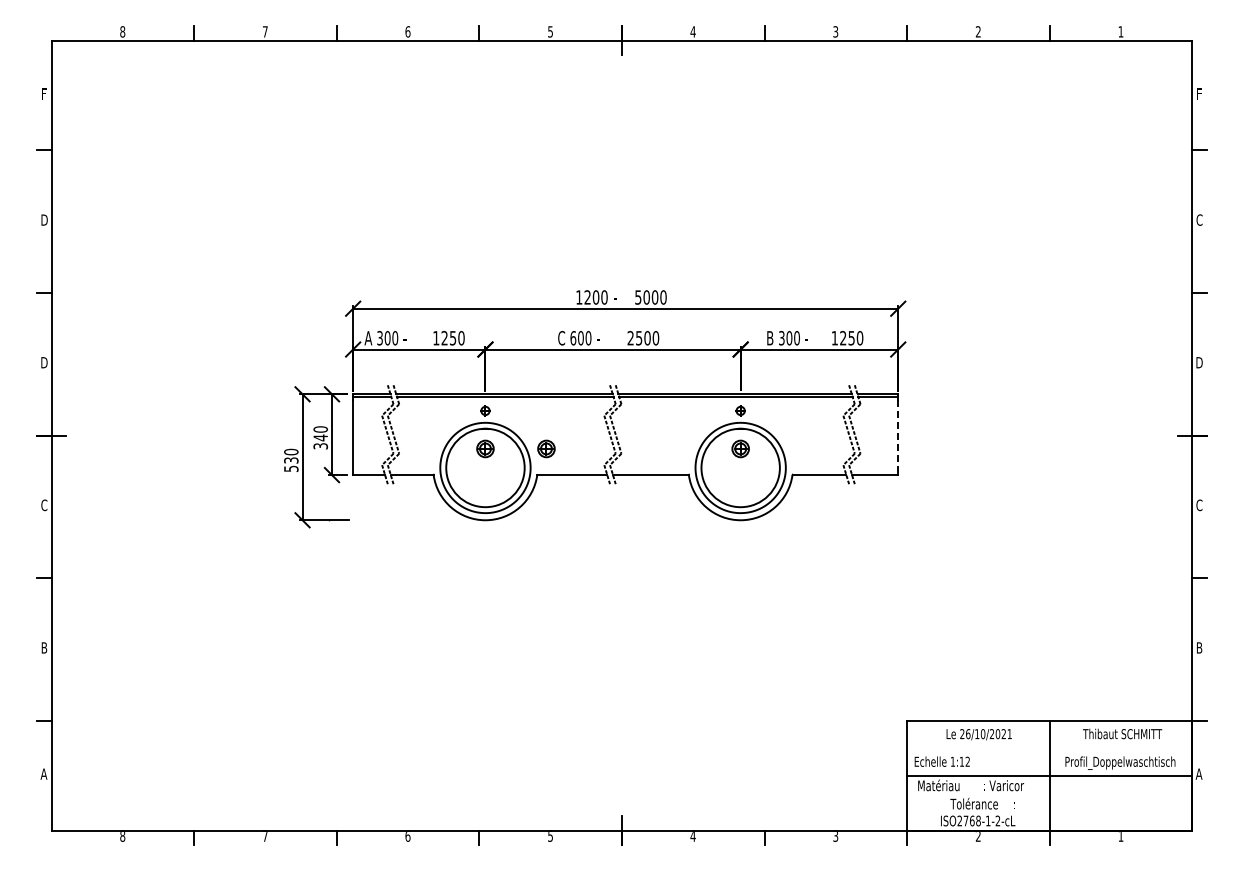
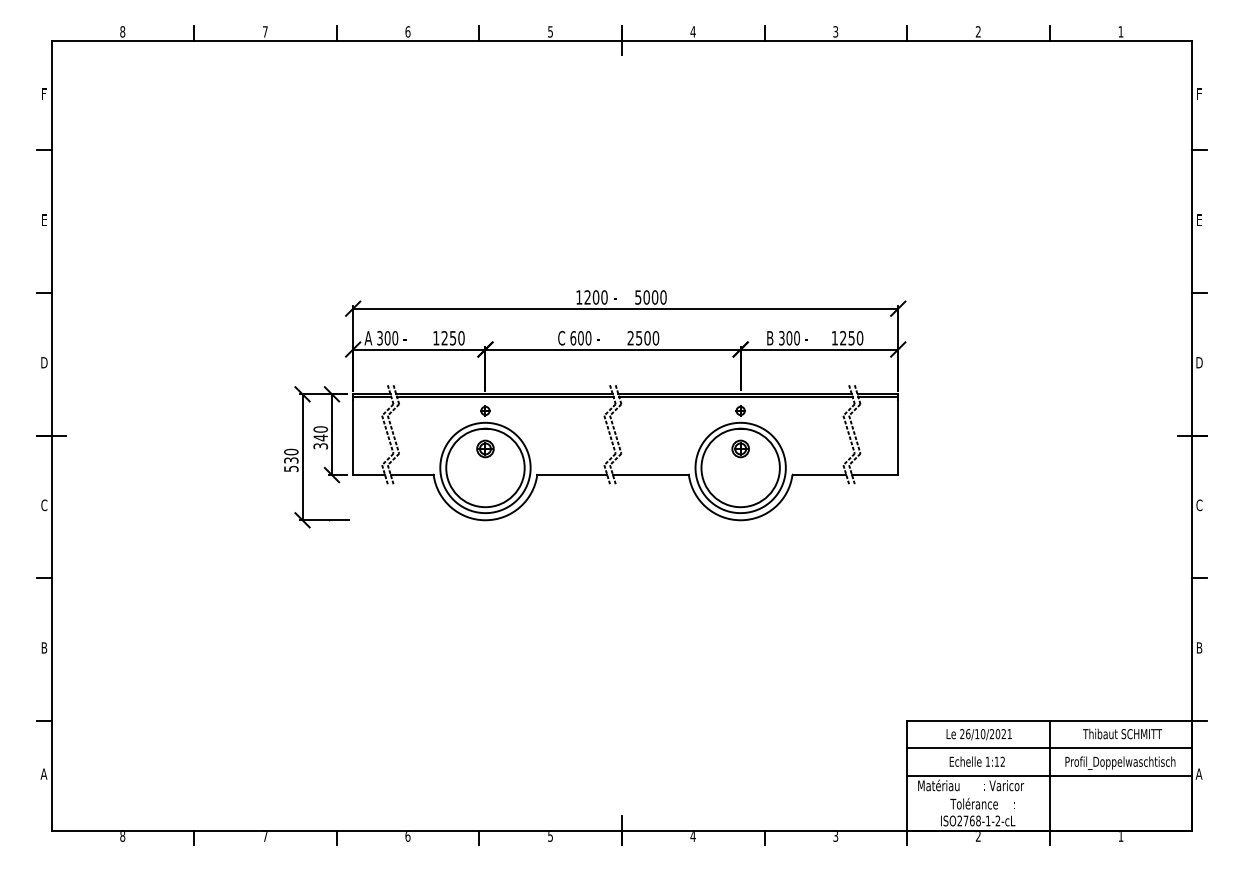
text at (44, 219): D -> E
text at (1199, 219): C -> E
line at (898, 437): dashed -> solid
part at (546, 448): present -> none
line at (1049, 748): none -> present
text at (941, 761) position: (941, 761) -> (976, 761)
